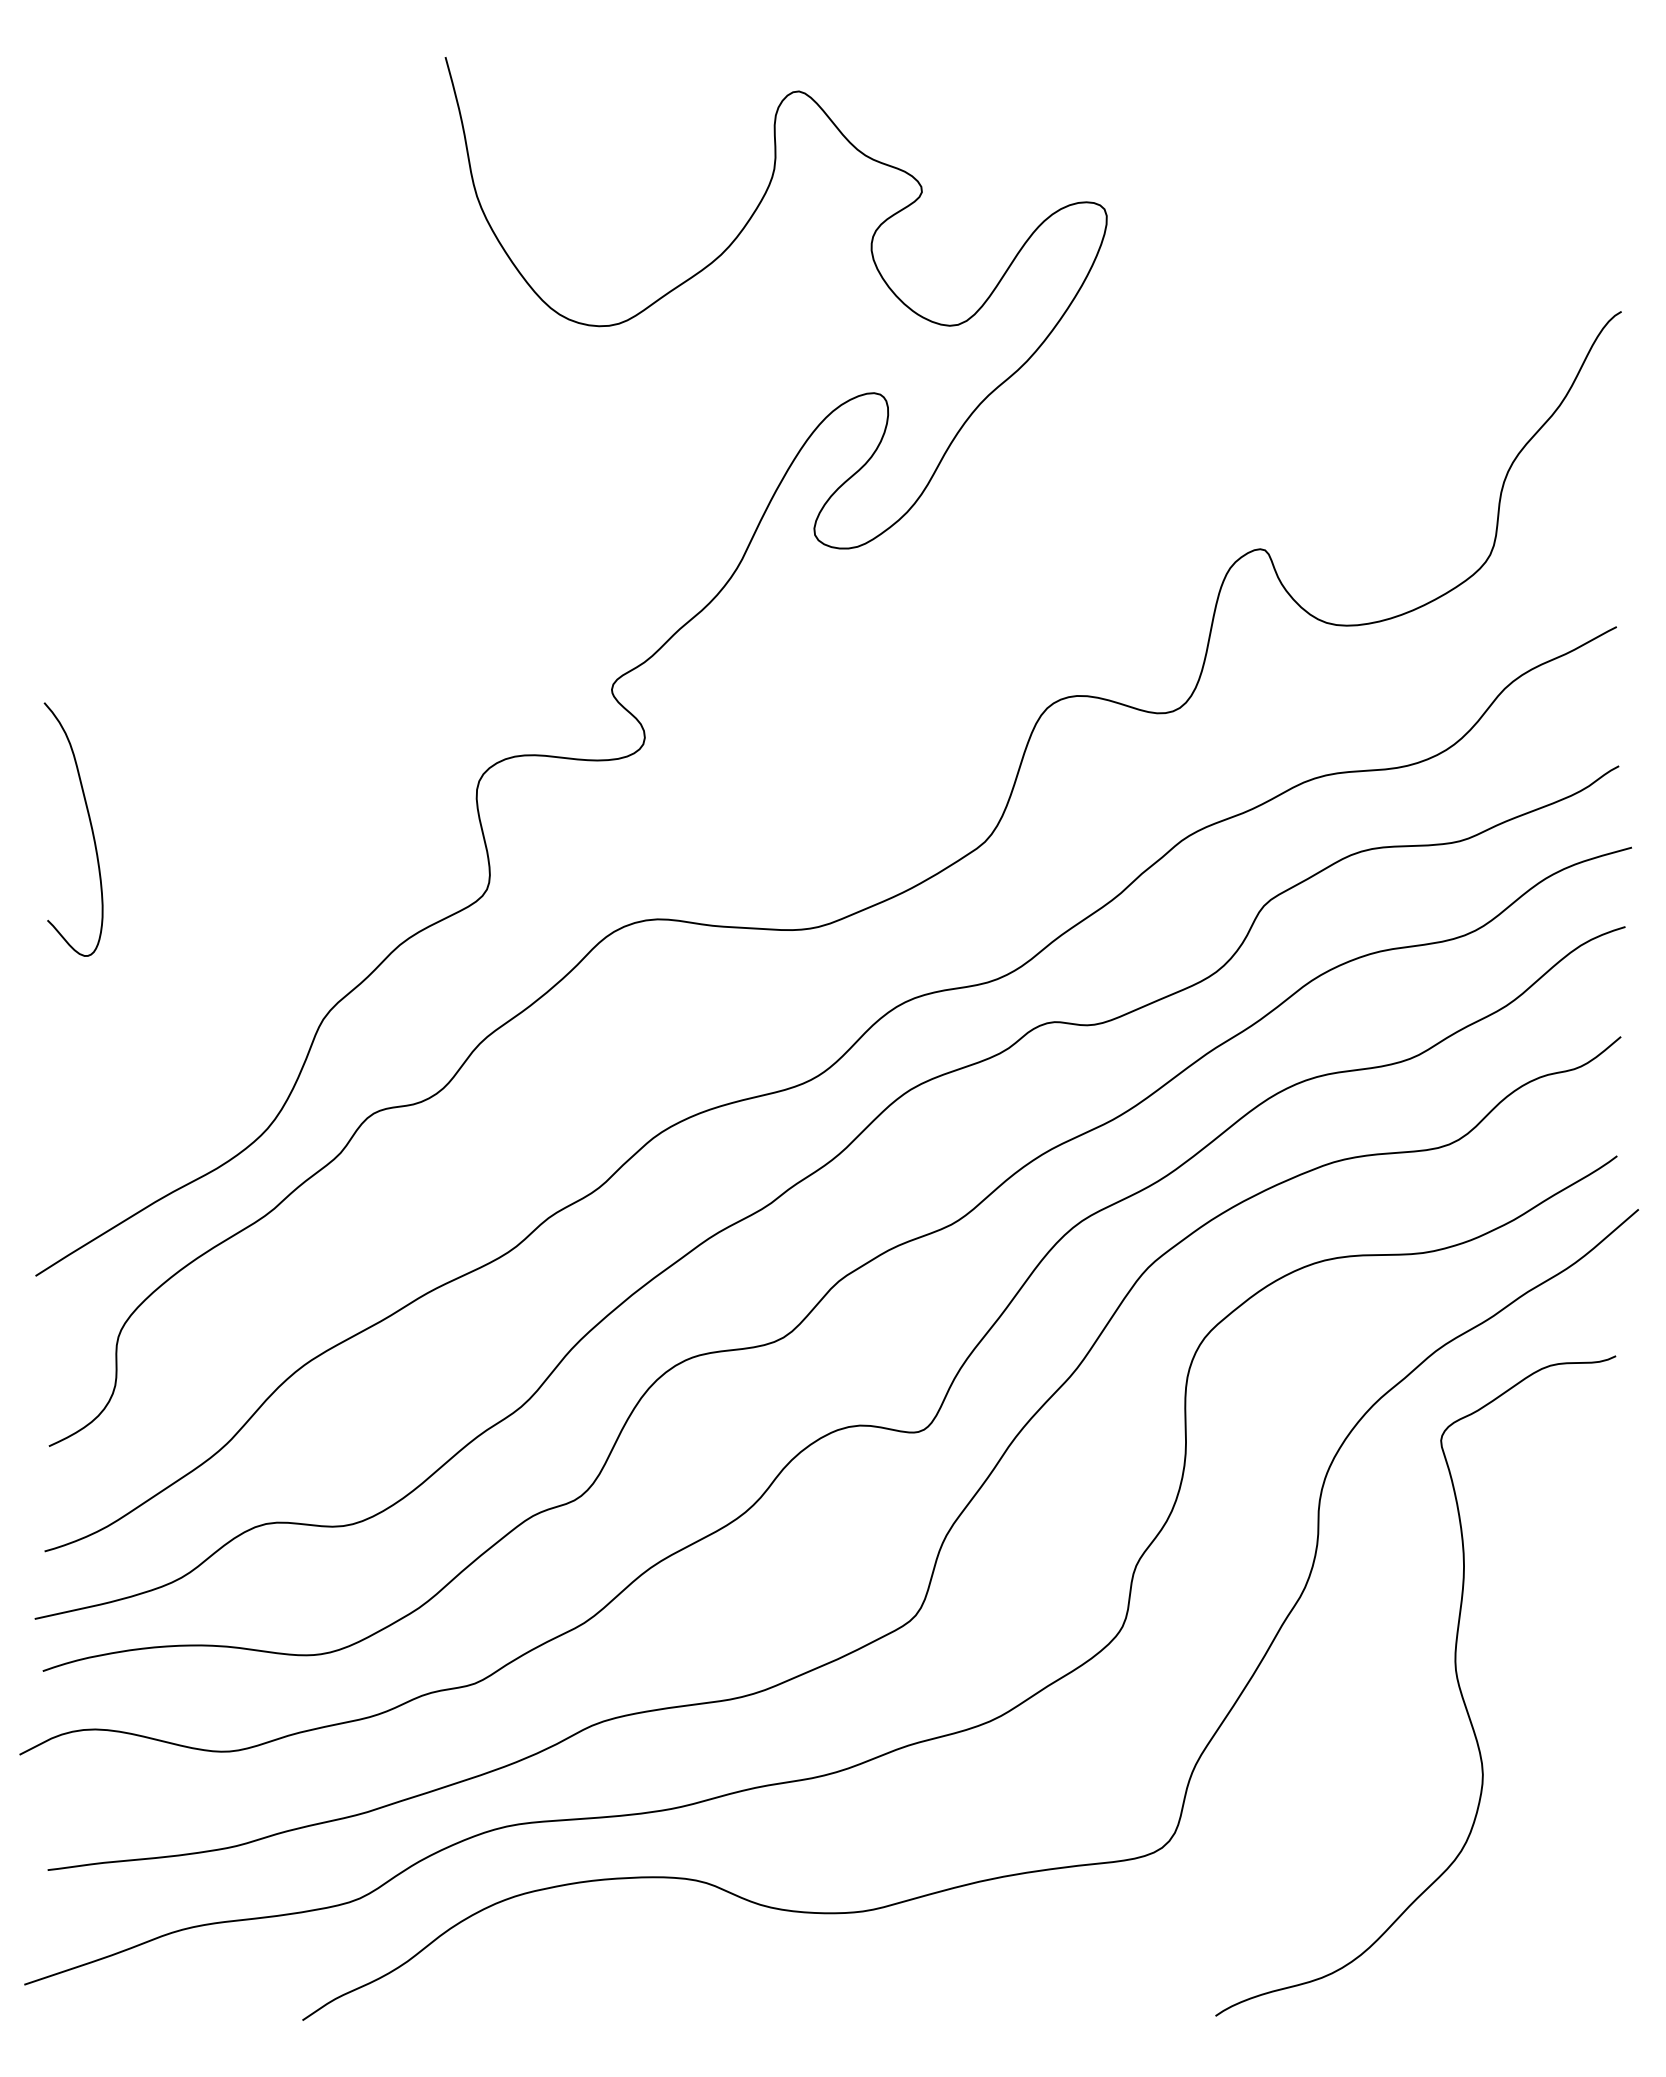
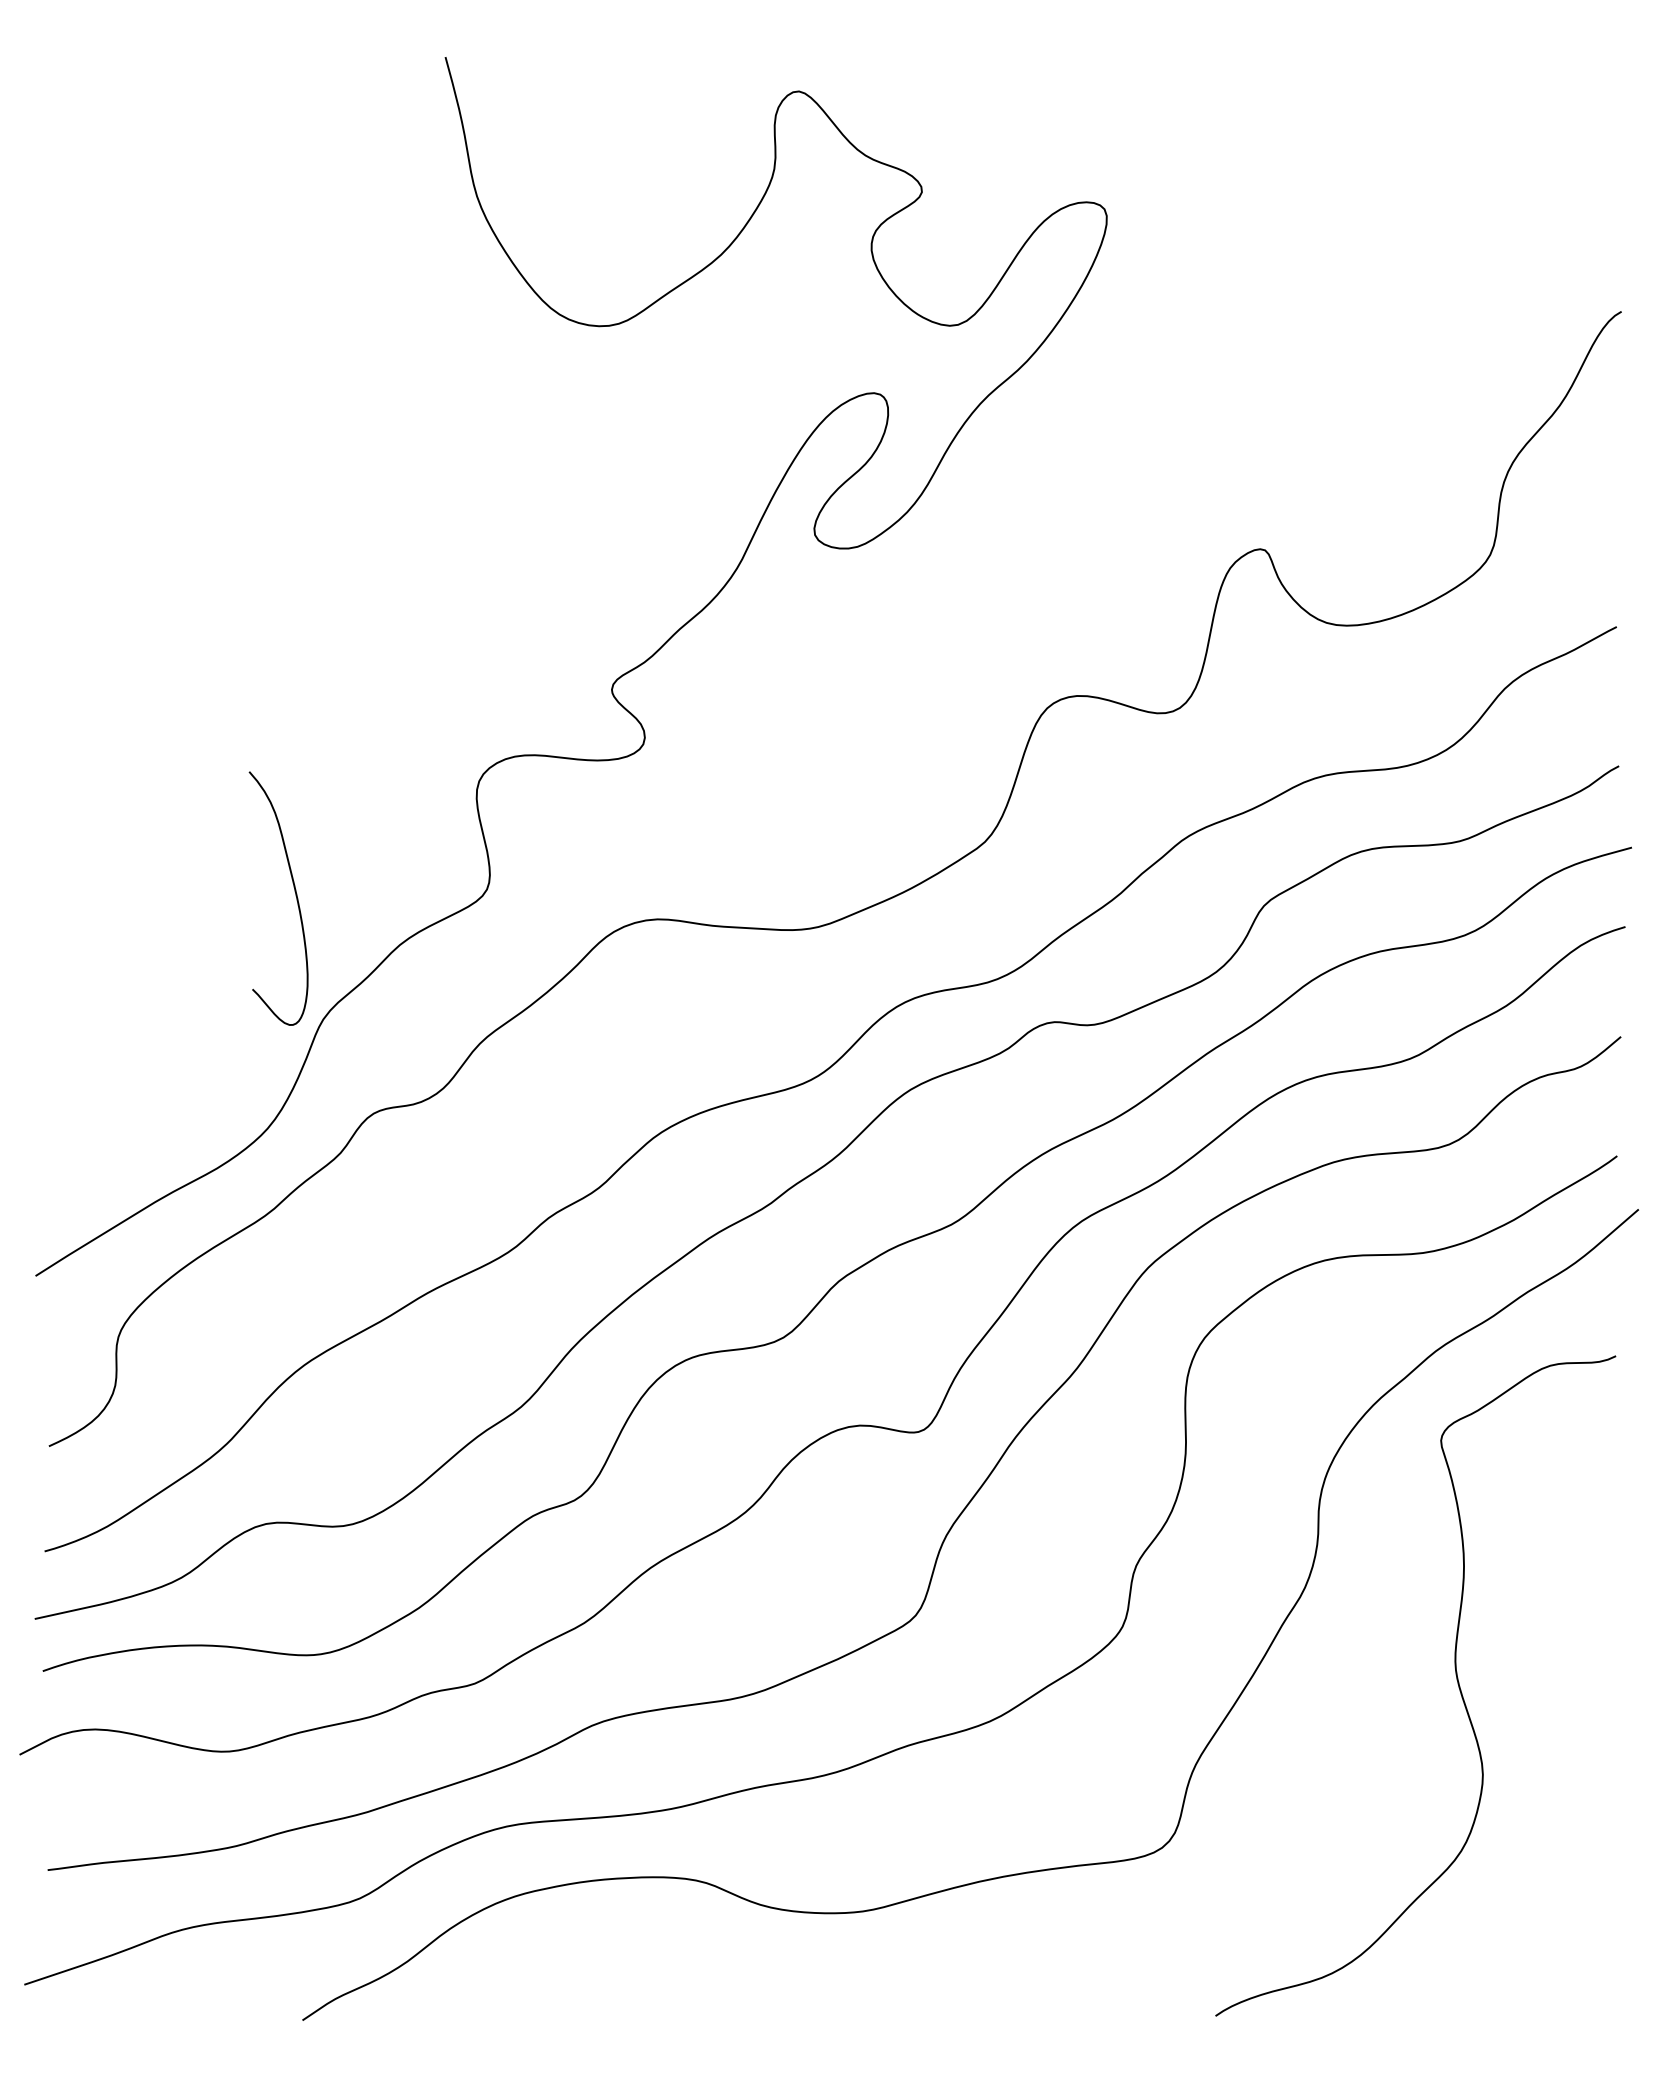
curve at (90, 827) position: (90, 827) -> (295, 896)
